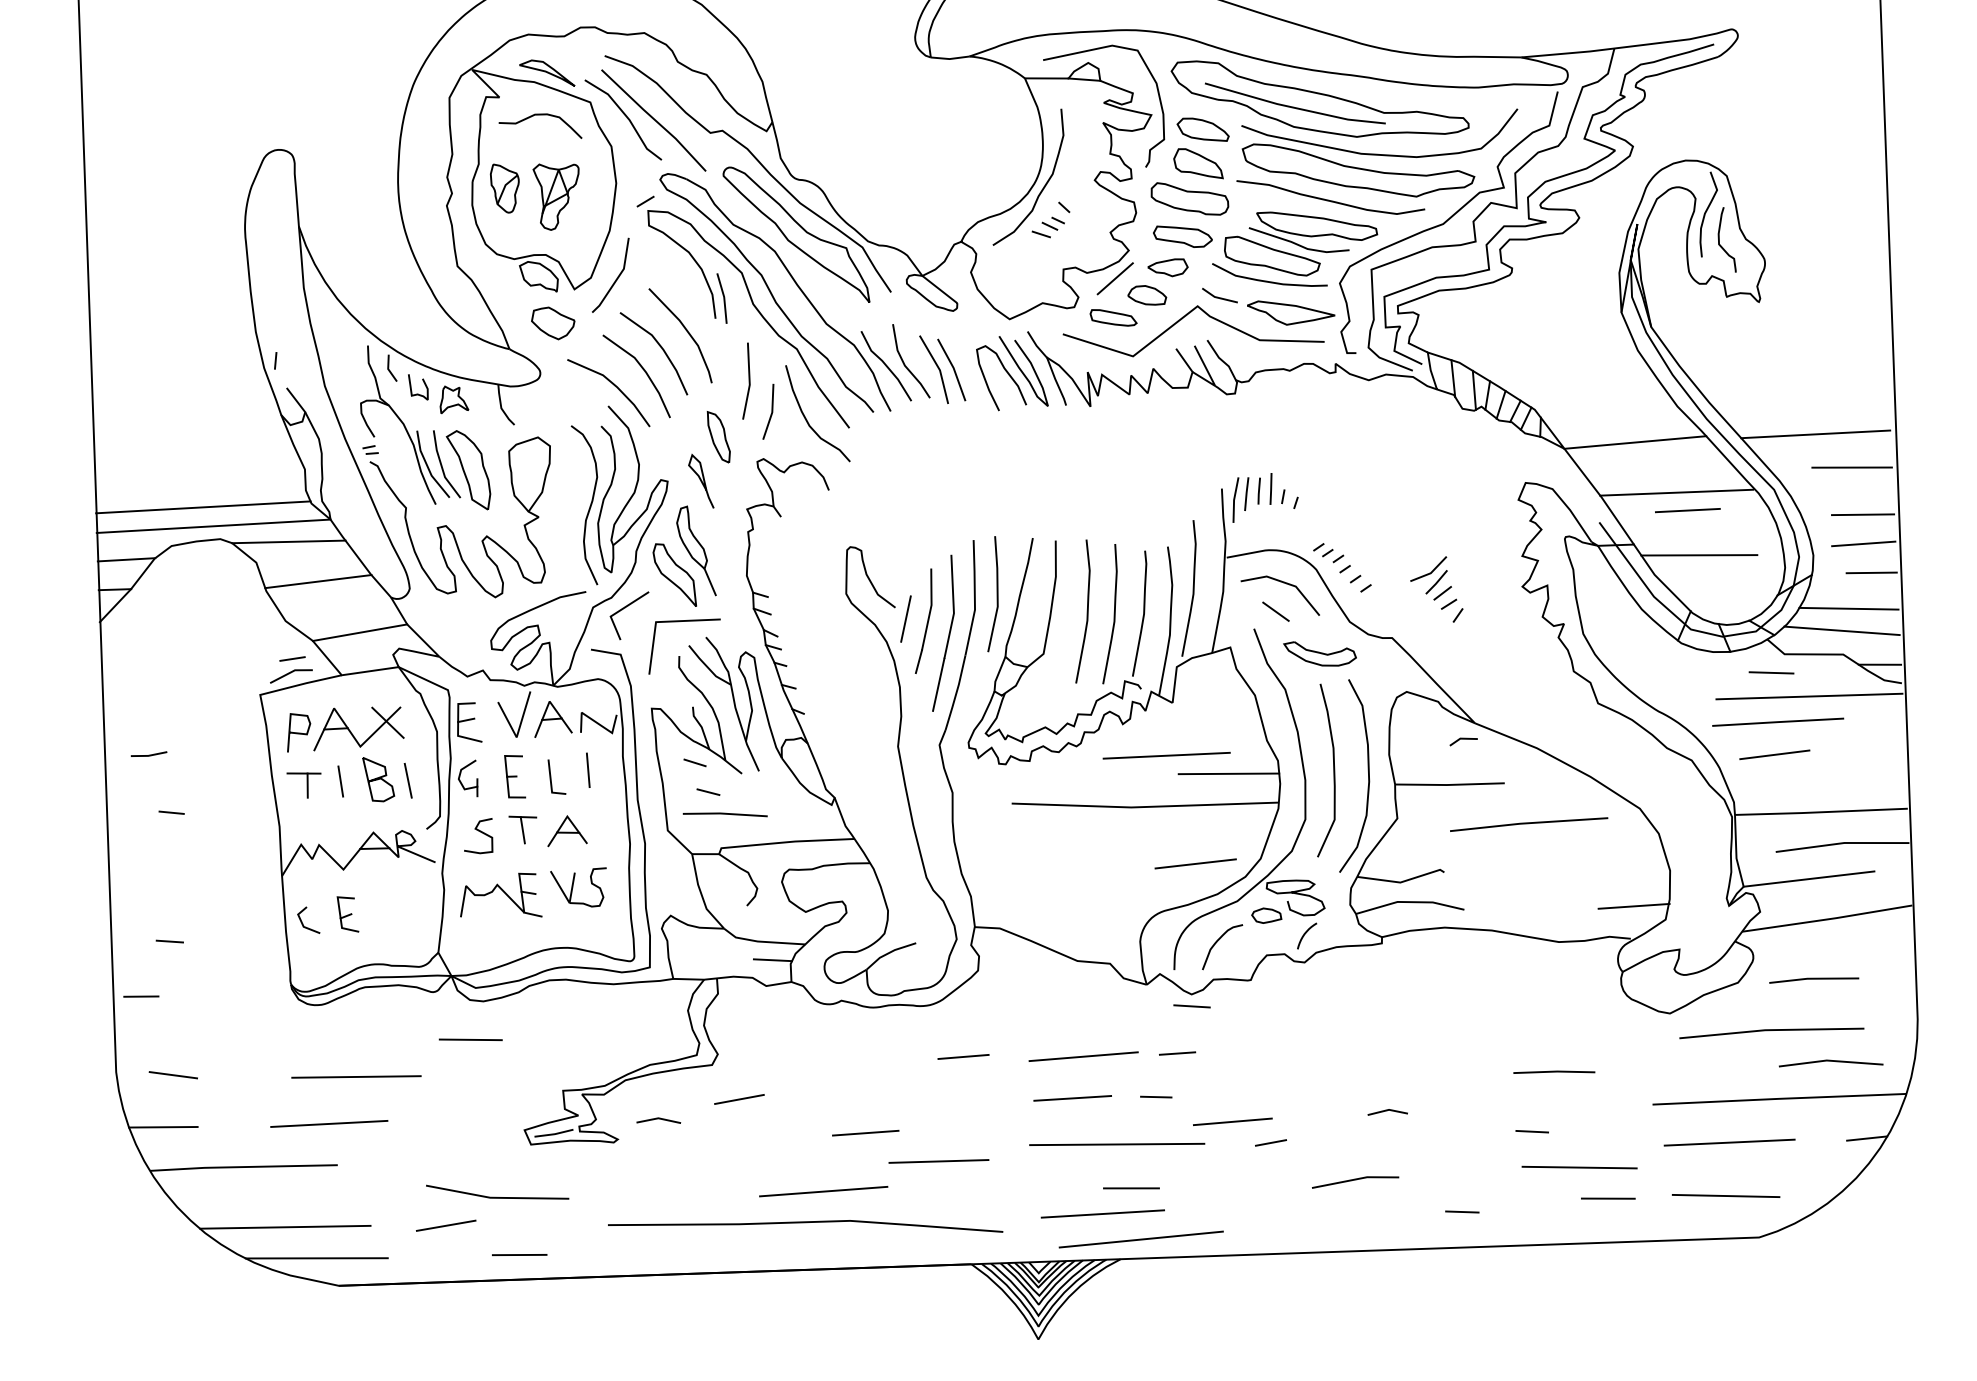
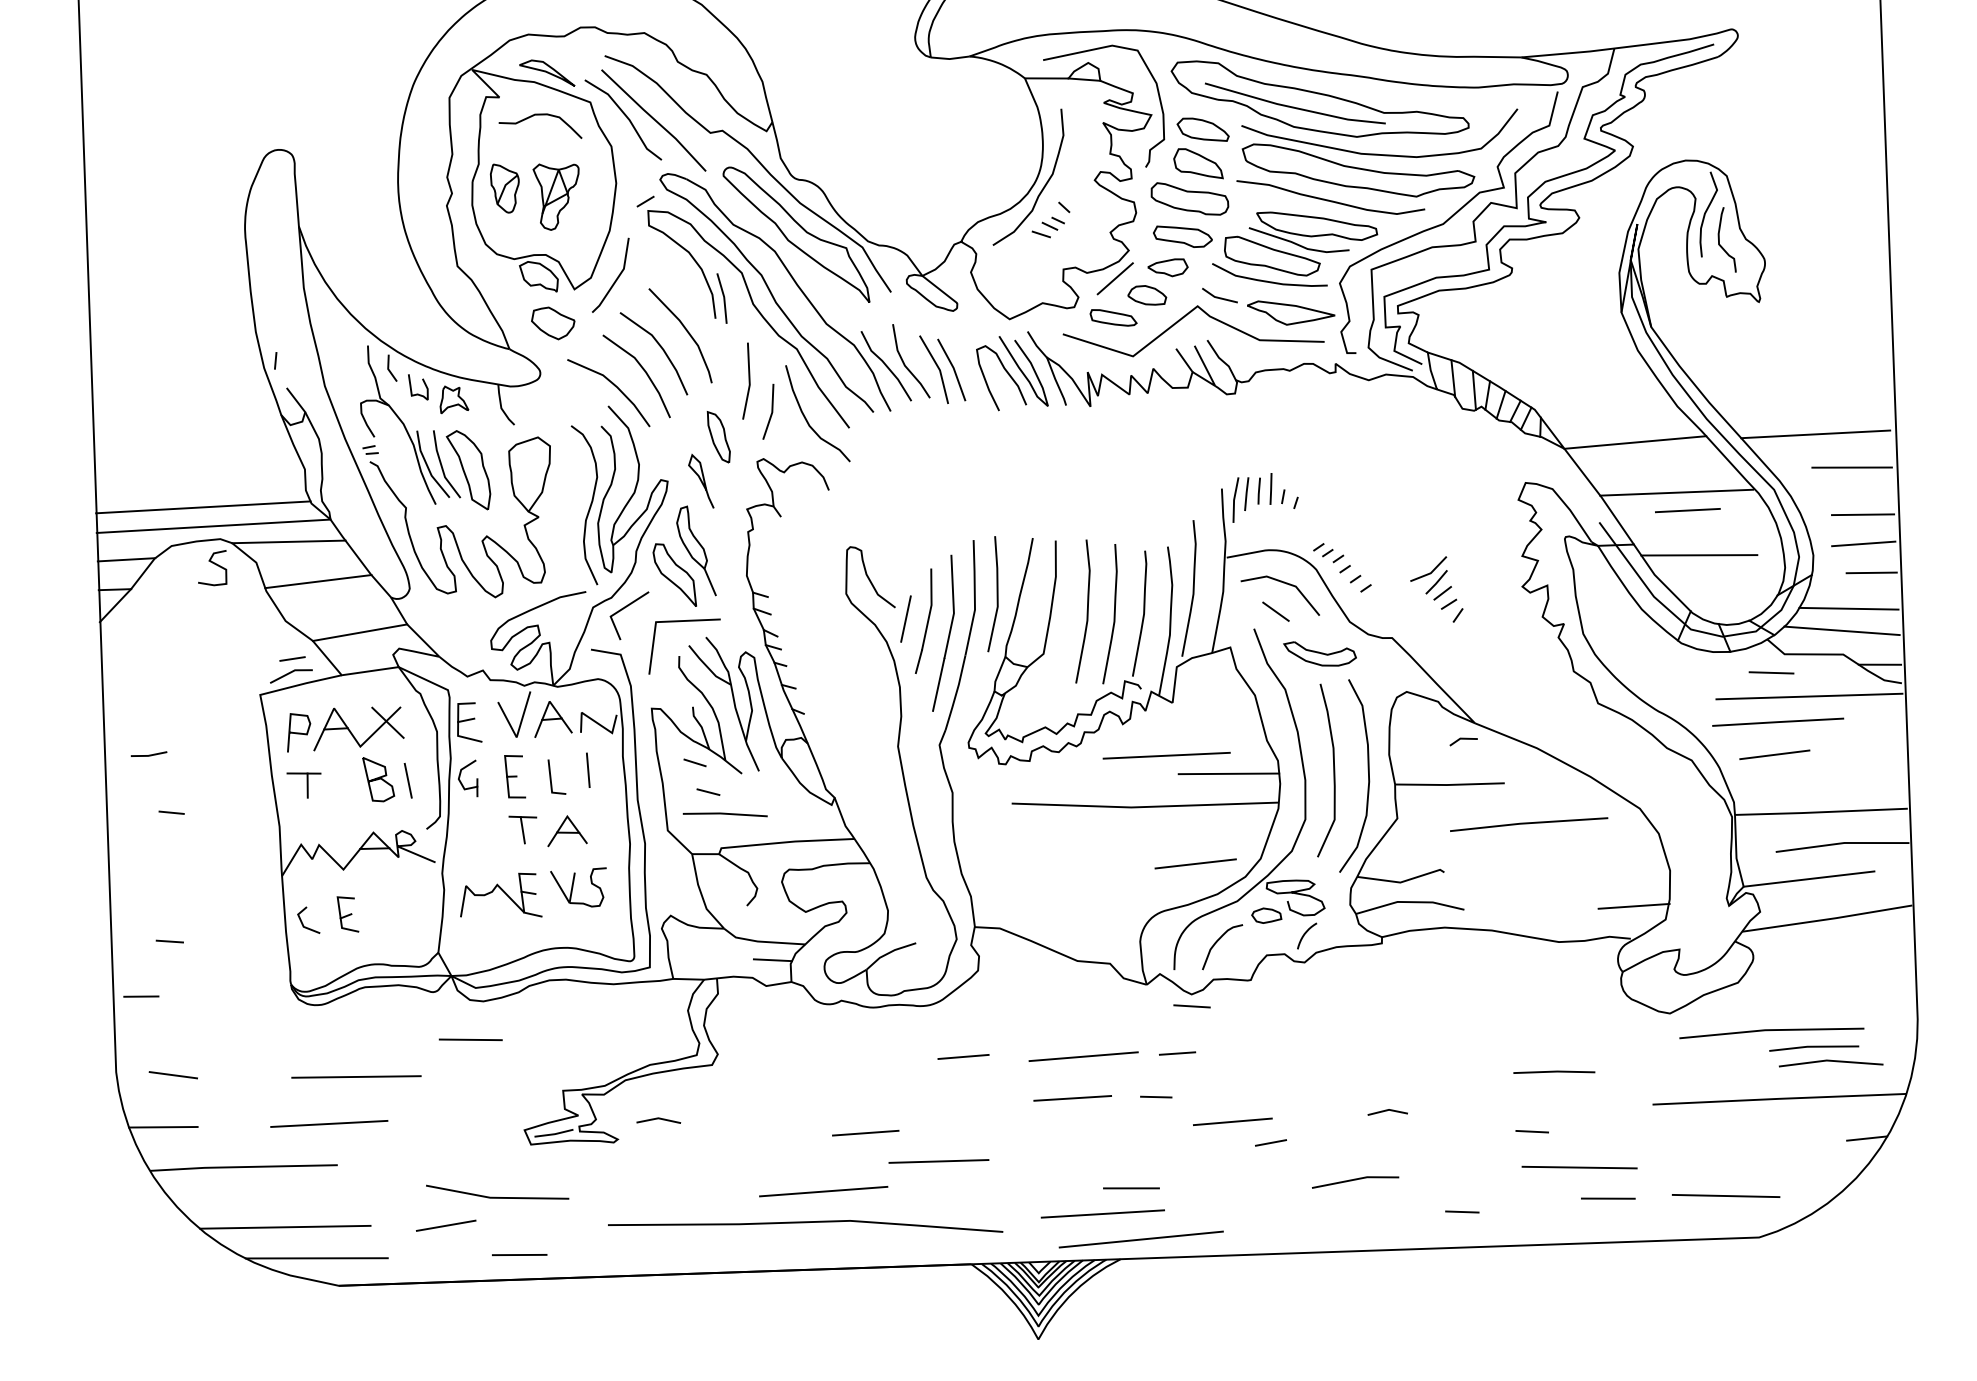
line at (340, 781): present -> none
curve at (480, 832) position: (480, 832) -> (214, 564)
line at (1814, 979) position: (1814, 979) -> (1814, 1047)
line at (739, 1098): present -> none
line at (1729, 1142): present -> none
line at (1117, 1143): present -> none
